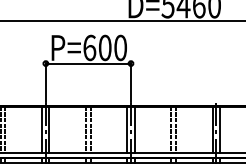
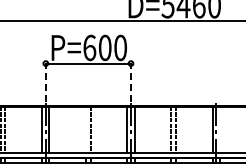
line at (45, 82): solid -> dashed
line at (130, 82): solid -> dashed
line at (86, 129): present -> none
line at (219, 129): present -> none
